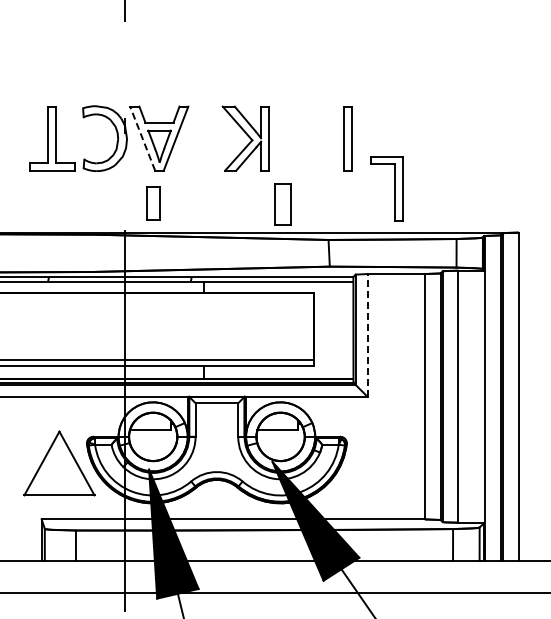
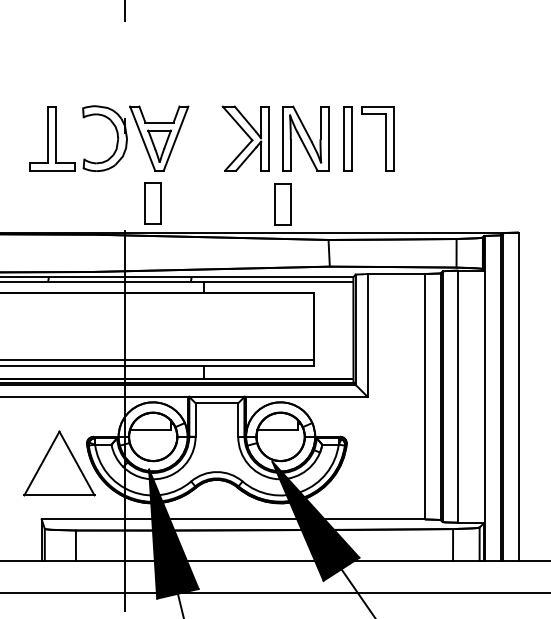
line at (142, 138): dashed -> solid
part at (305, 138): none -> present
part at (394, 188) position: (394, 188) -> (385, 138)
part at (153, 203) size: 15x35 px -> 18x43 px
line at (367, 334): dashed -> solid
